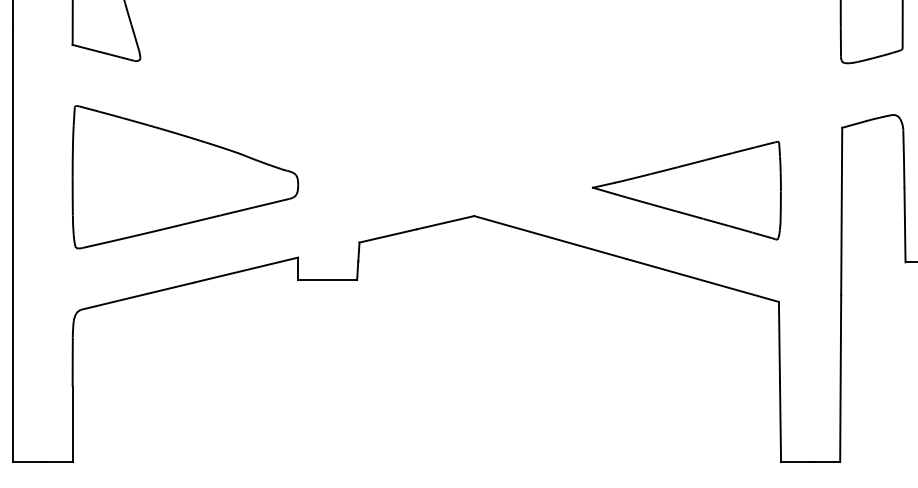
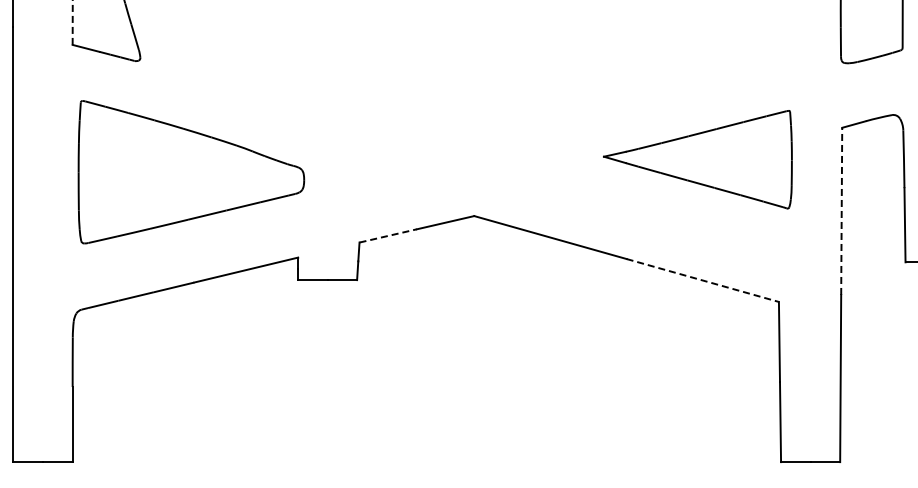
line at (72, 21): solid -> dashed
part at (185, 177) position: (185, 177) -> (191, 172)
part at (686, 190) position: (686, 190) -> (697, 159)
line at (841, 211): solid -> dashed
line at (388, 235): solid -> dashed
line at (703, 280): solid -> dashed
